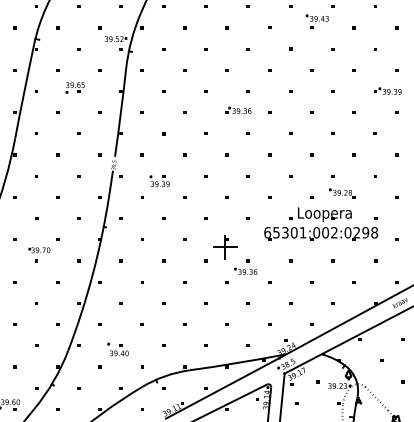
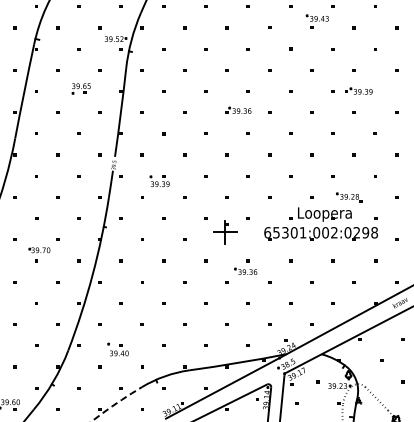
part at (74, 87) position: (74, 87) -> (80, 88)
part at (387, 90) position: (387, 90) -> (358, 90)
part at (342, 193) position: (342, 193) -> (349, 197)
part at (225, 247) position: (225, 247) -> (225, 232)
arc at (116, 403): solid -> dashed
